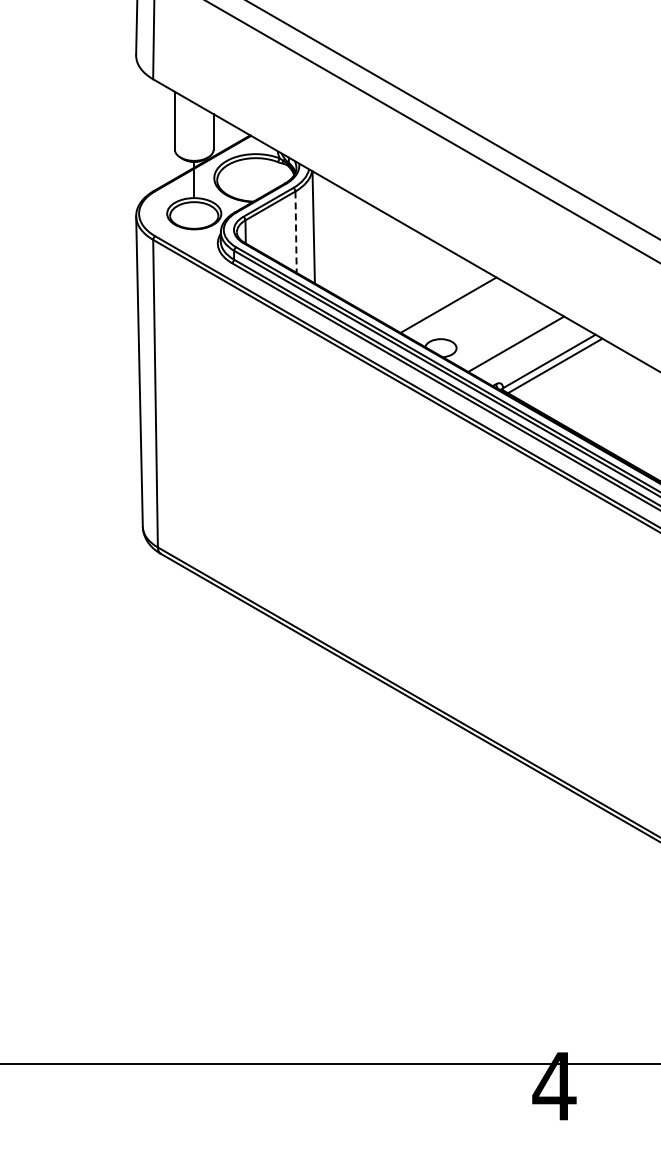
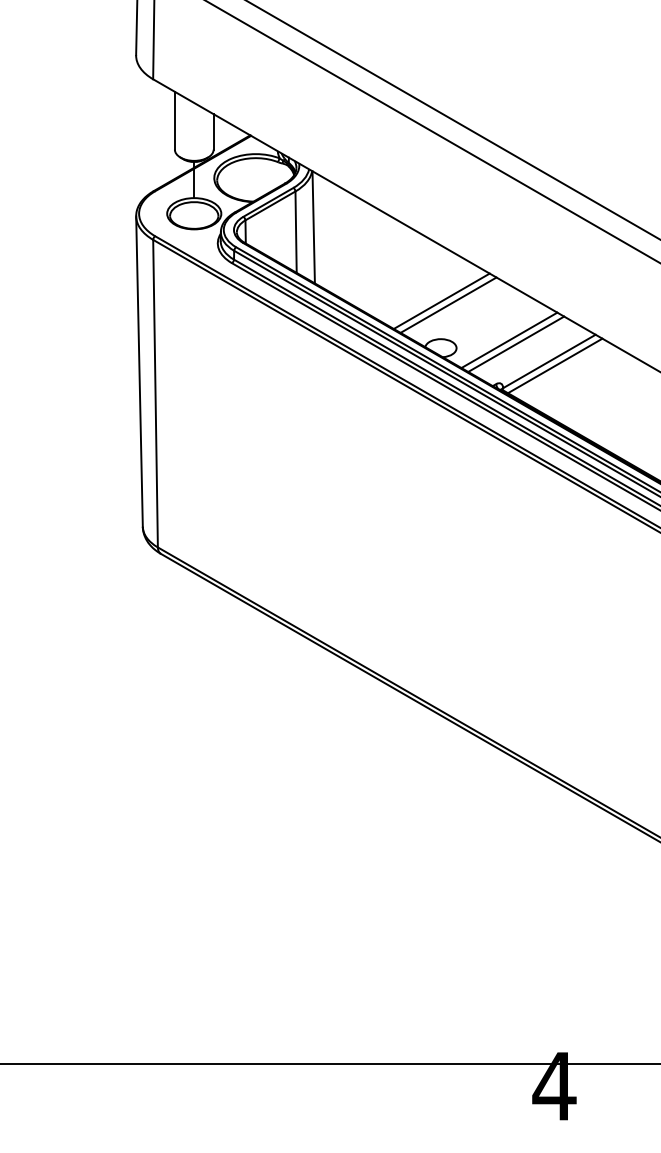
line at (296, 232): dashed -> solid
line at (441, 300): none -> present
line at (509, 340): none -> present
